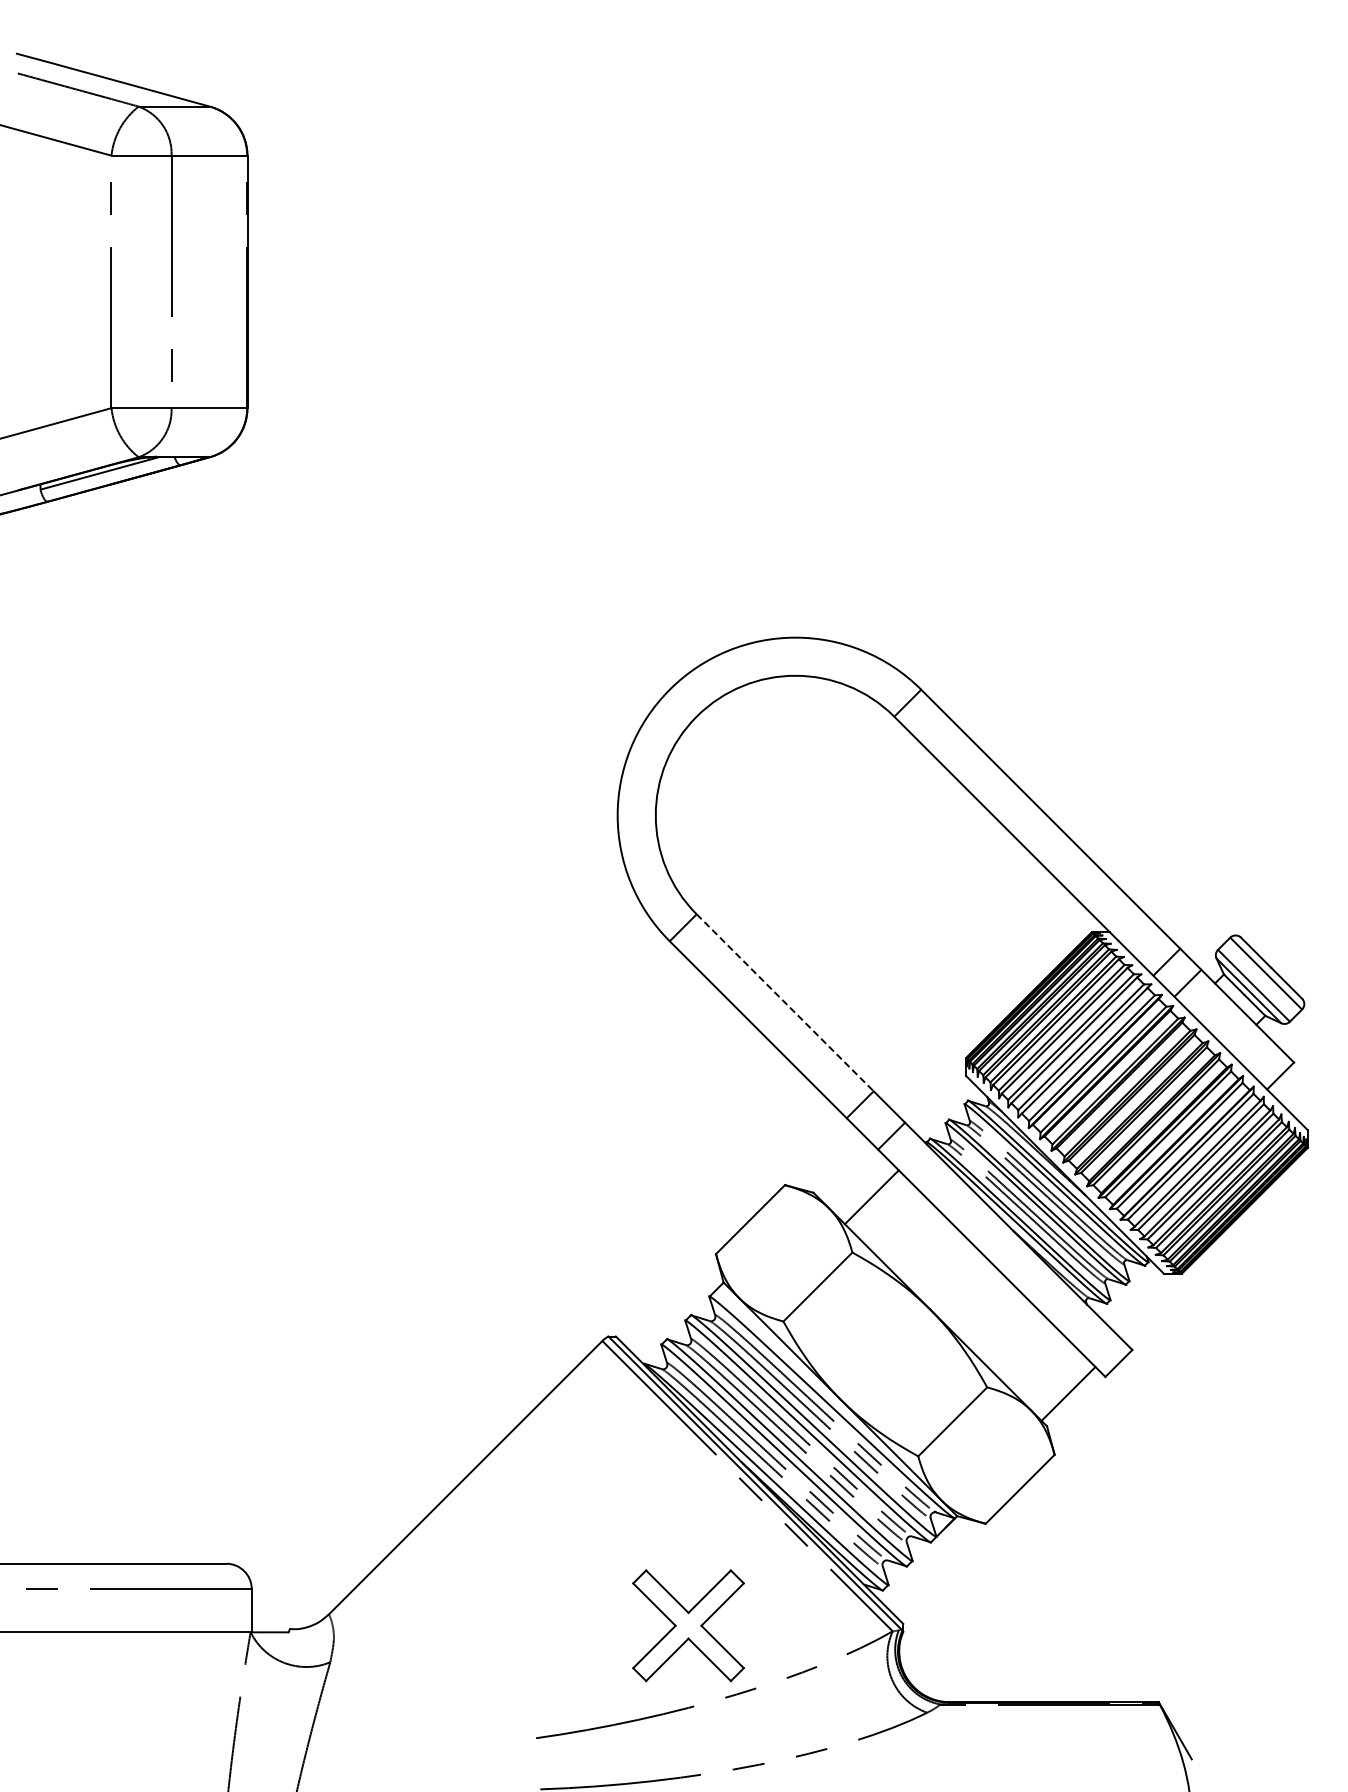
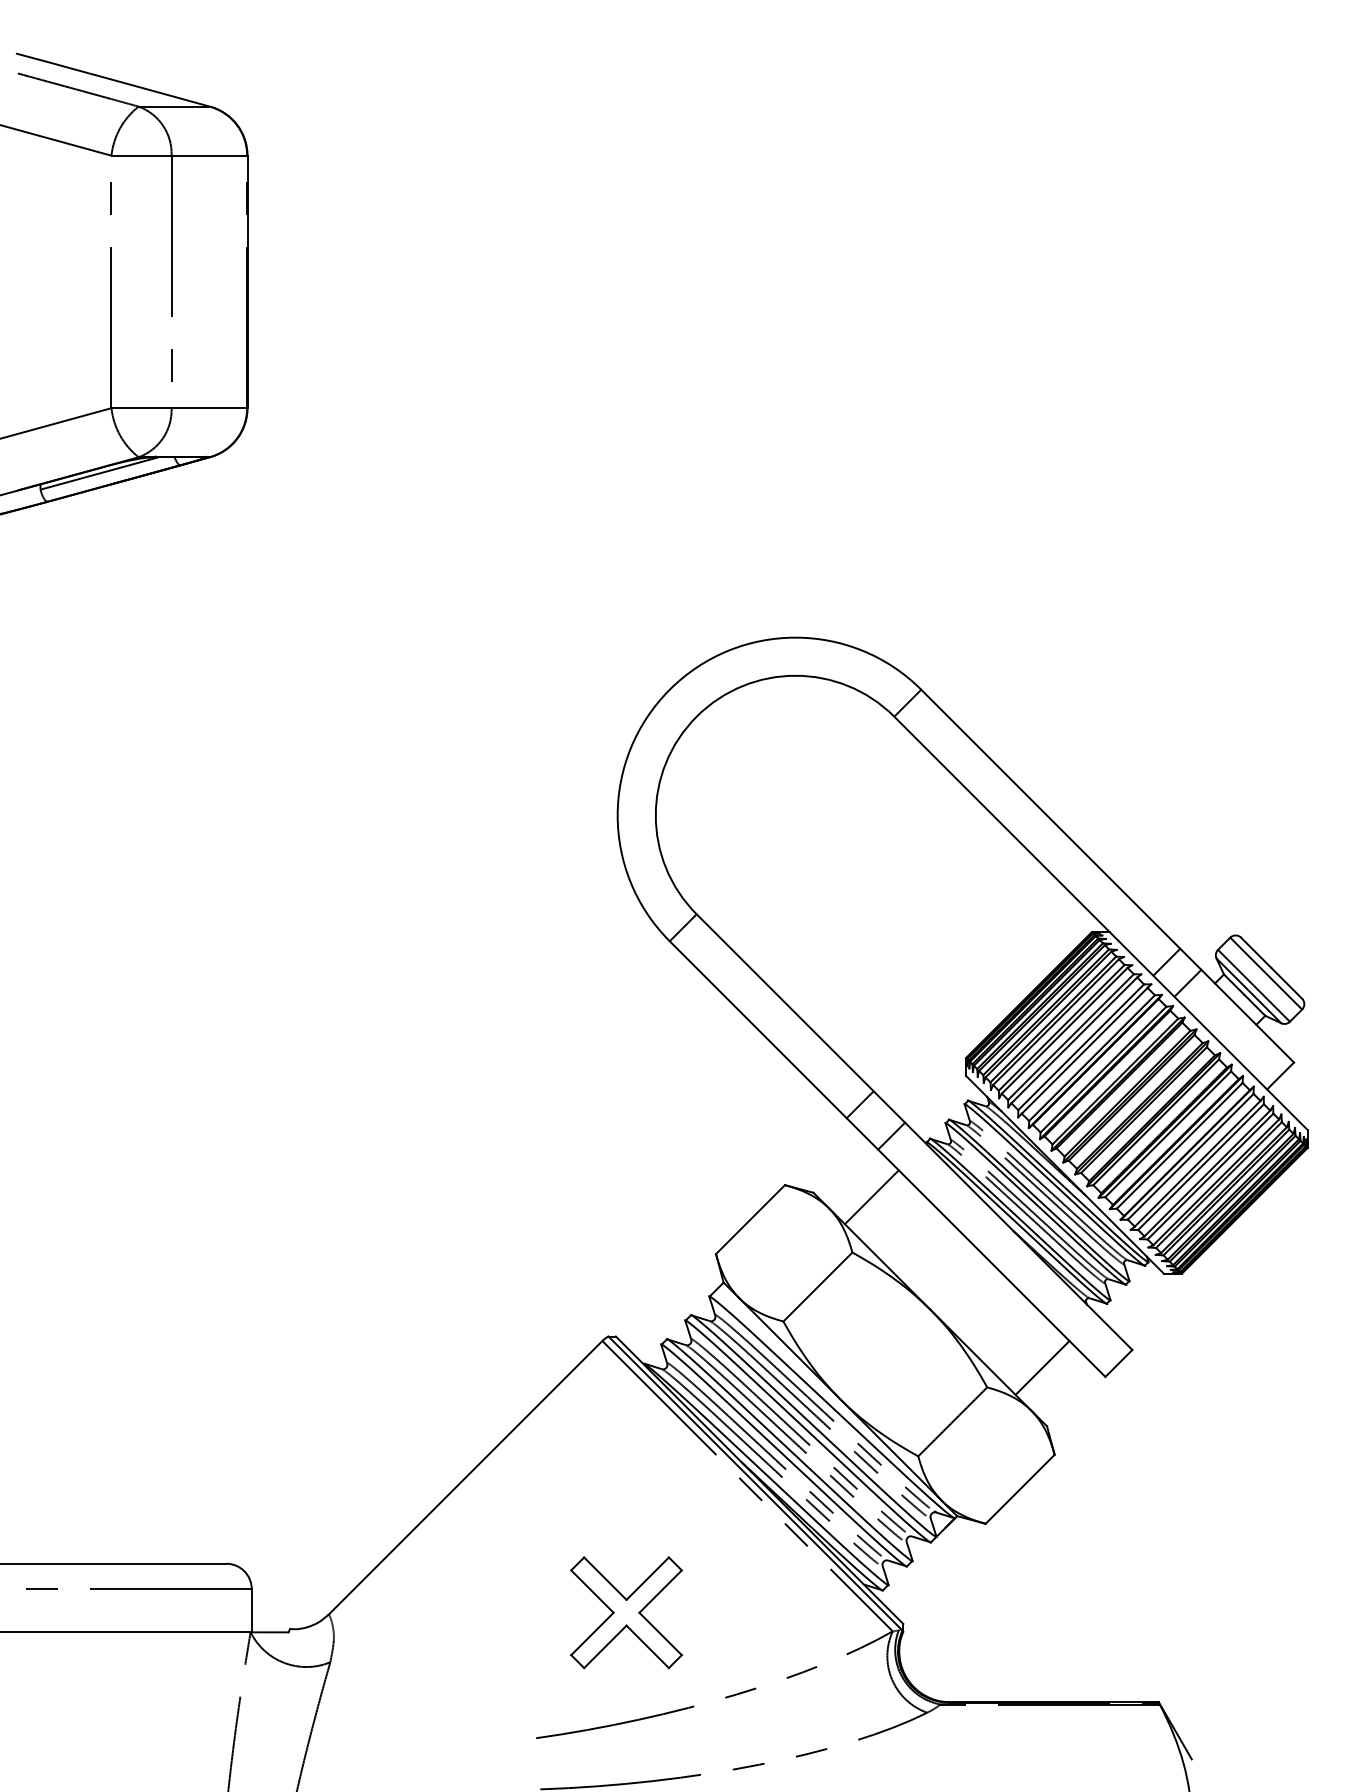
line at (785, 1003): dashed -> solid
line at (1068, 1393) position: (1068, 1393) -> (1042, 1367)
part at (688, 1625) position: (688, 1625) -> (626, 1612)
